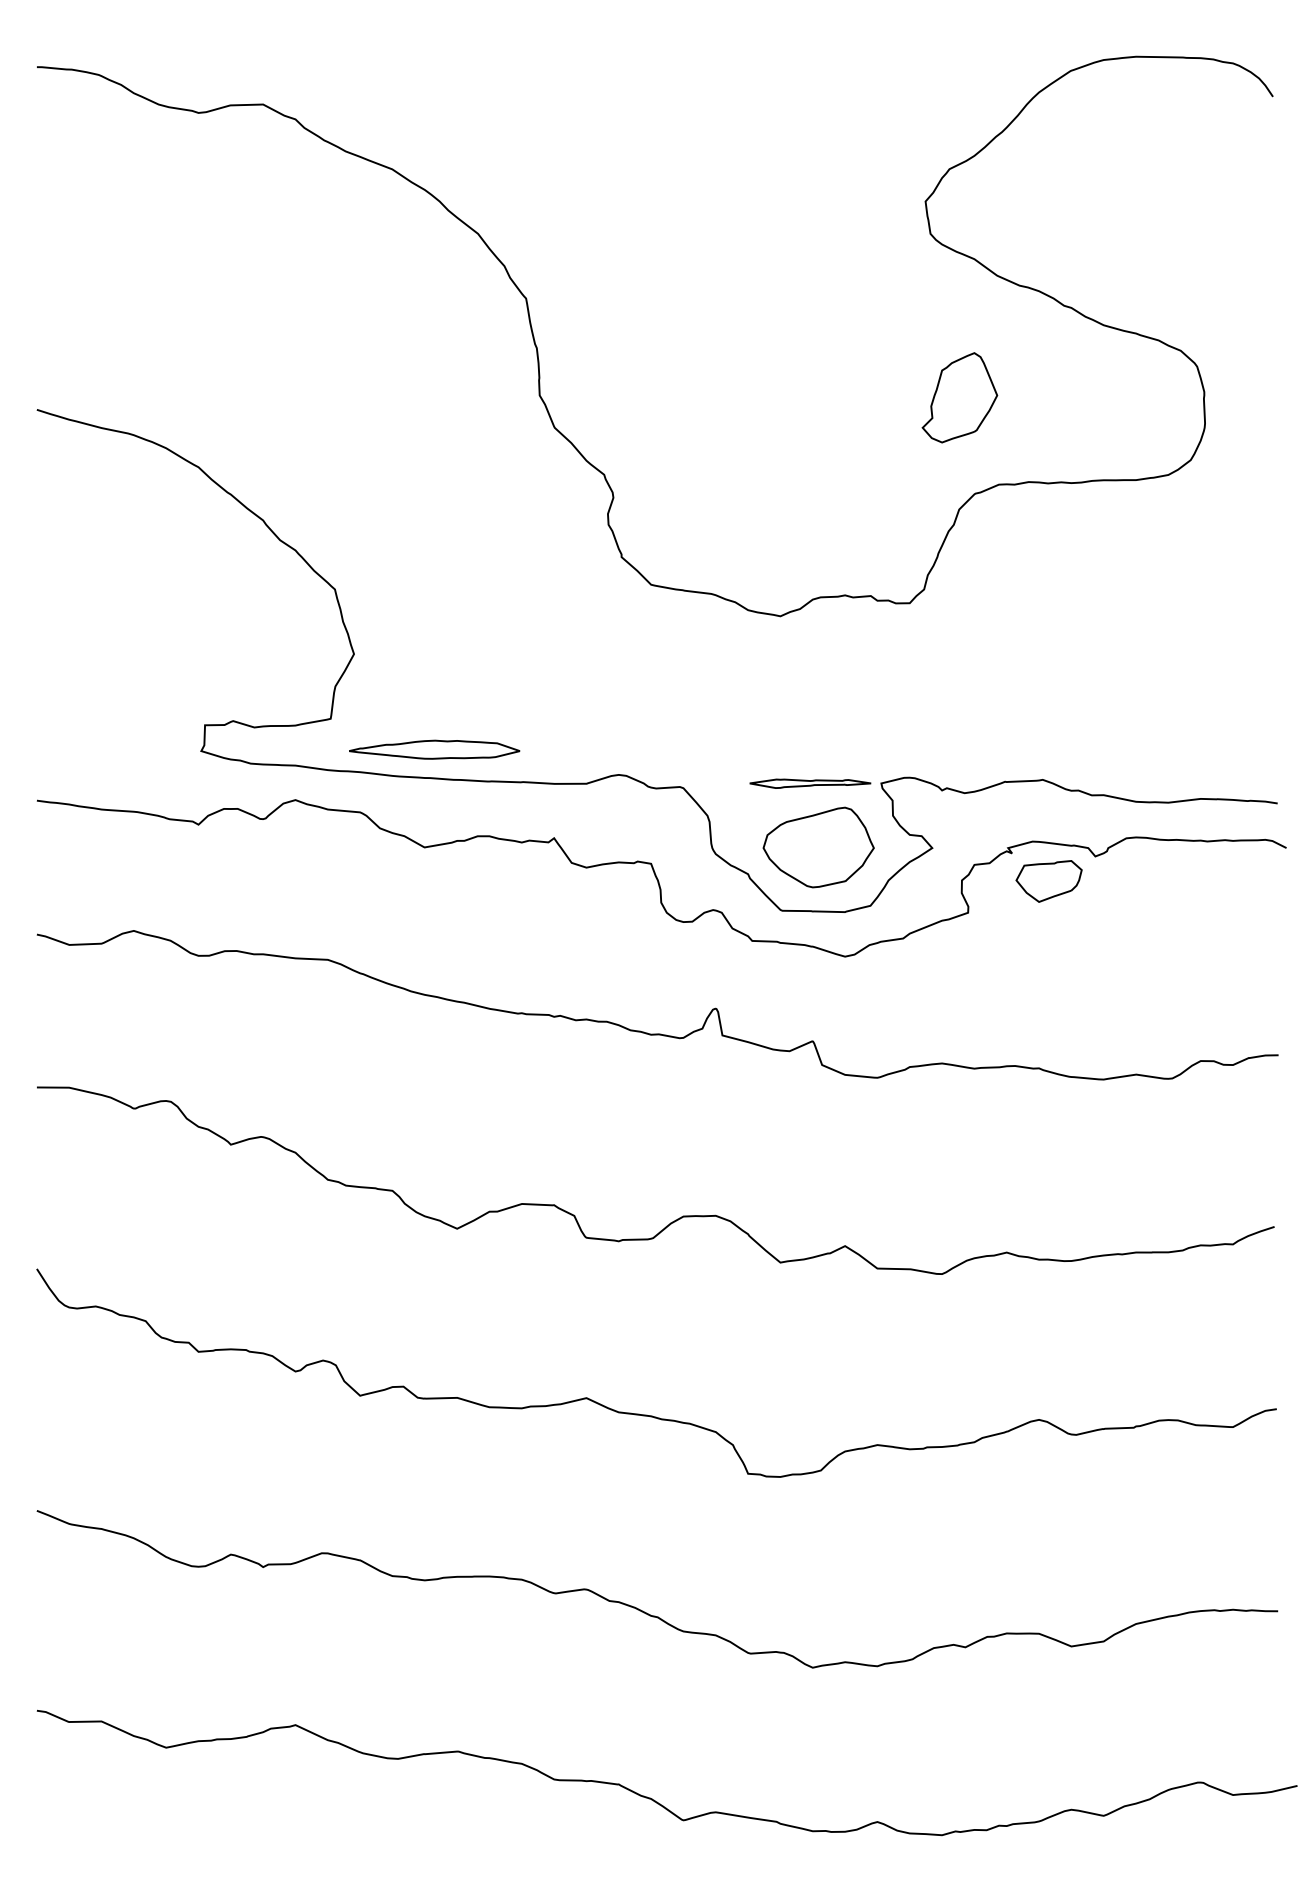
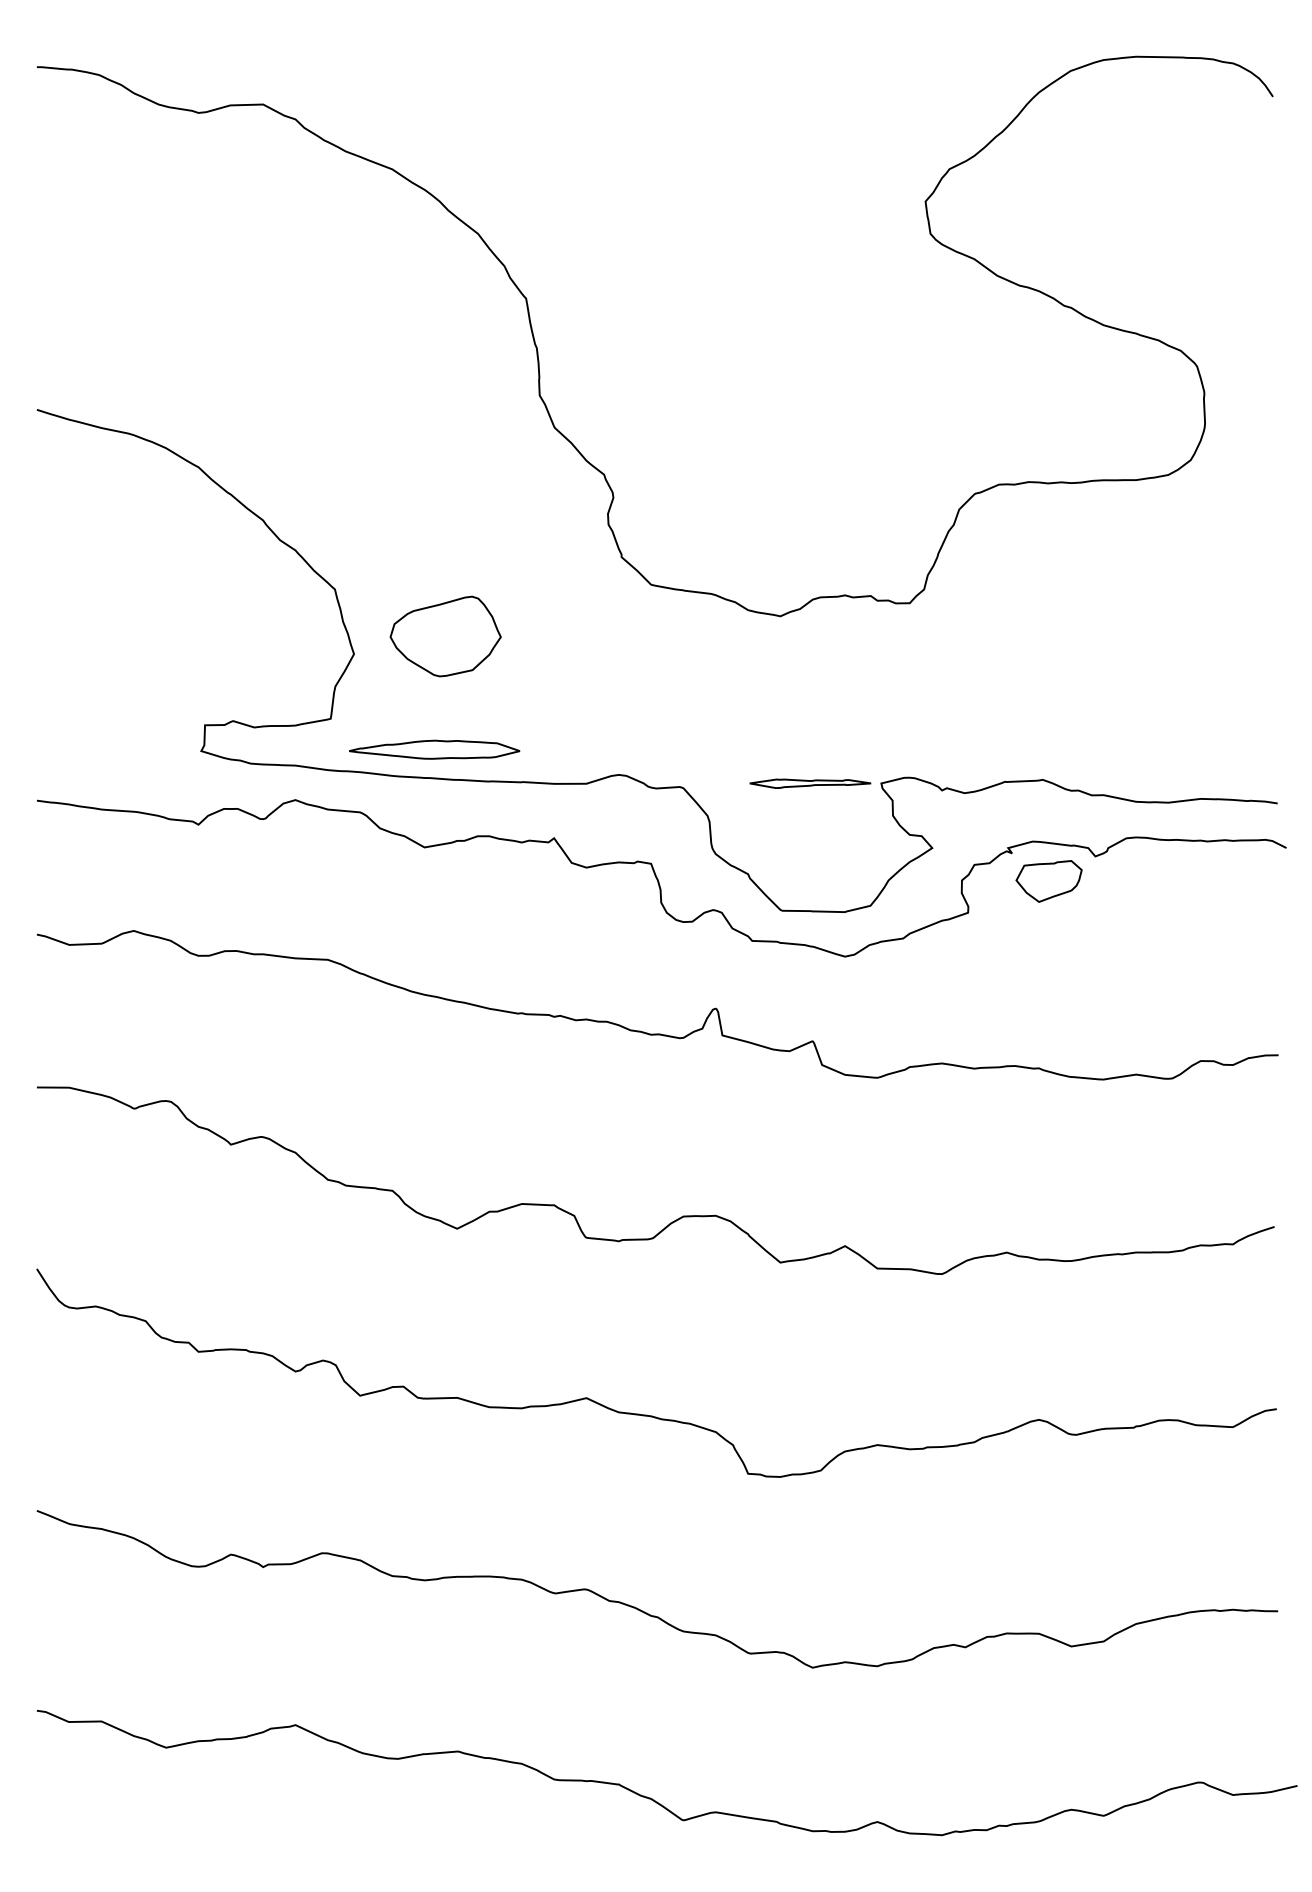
part at (959, 397): present -> none
part at (818, 847) position: (818, 847) -> (445, 636)
